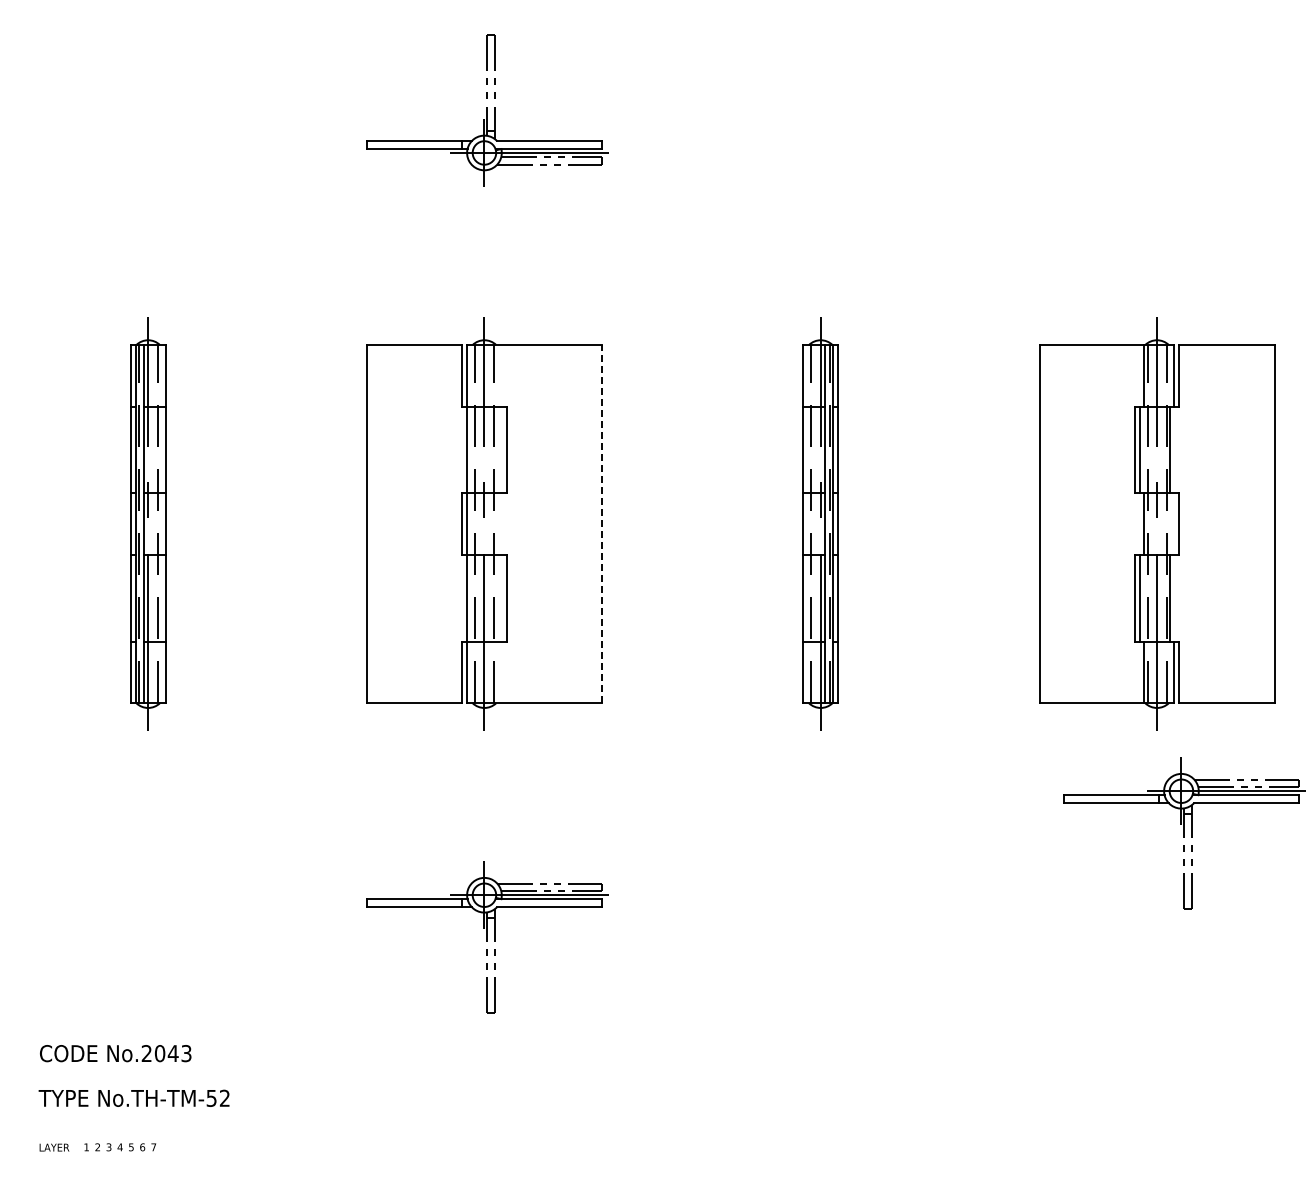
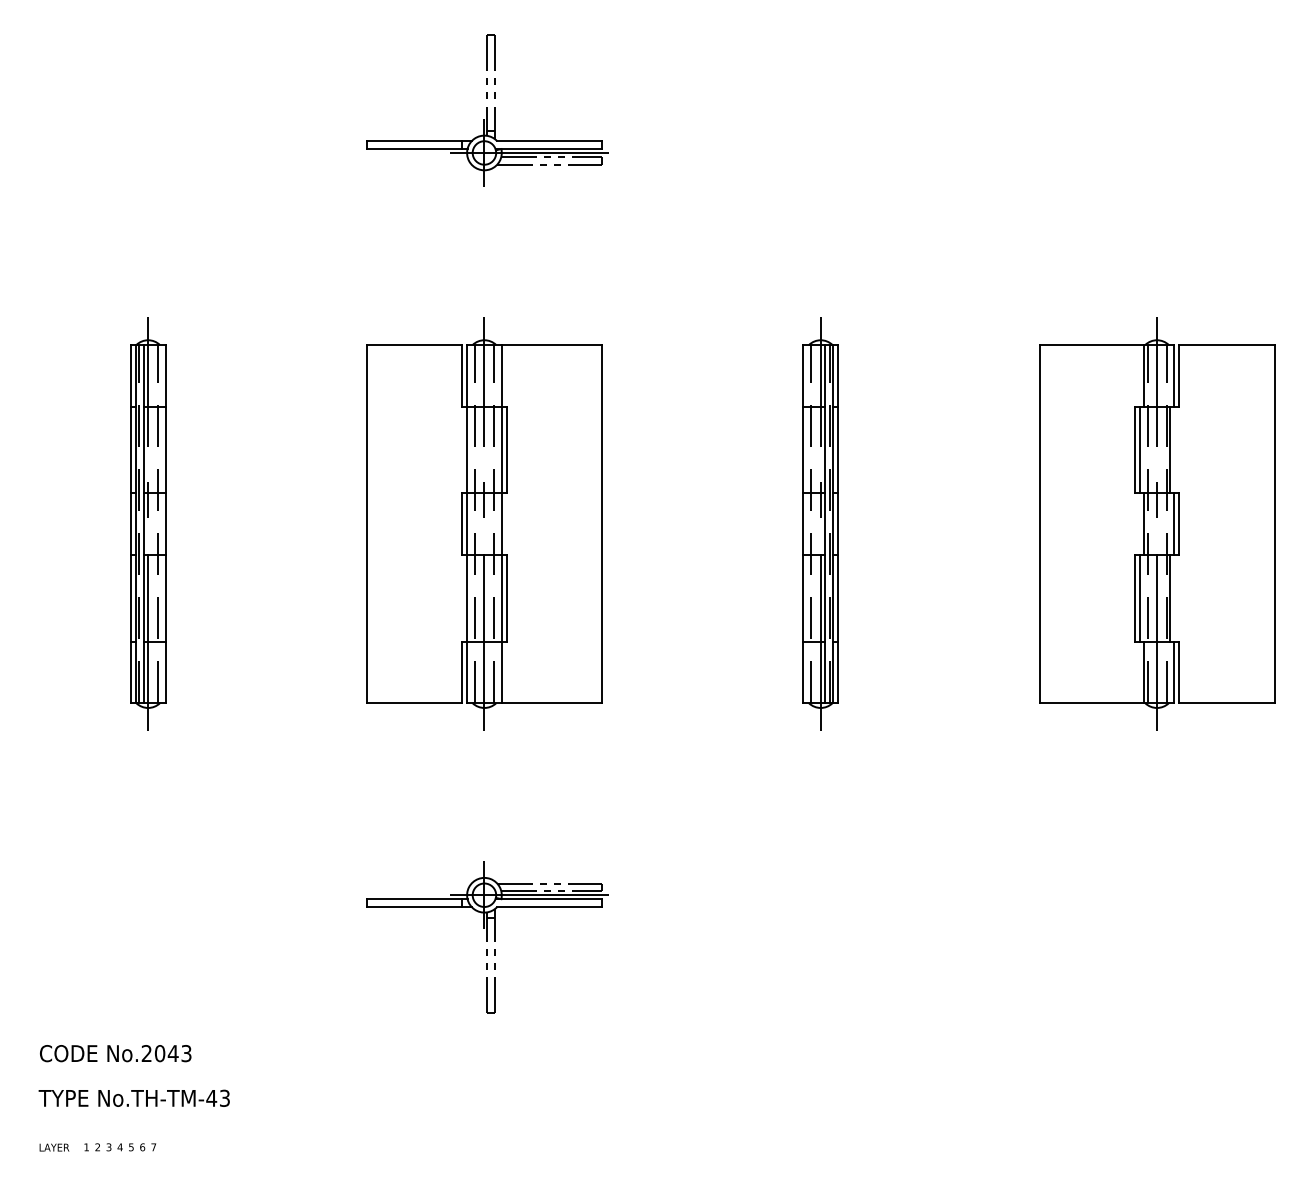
line at (601, 523): dashed -> solid
line at (1174, 523): none -> present
line at (501, 524): none -> present
part at (1184, 833): present -> none
text at (217, 1098): No.TH-TM-52 -> No.TH-TM-43
